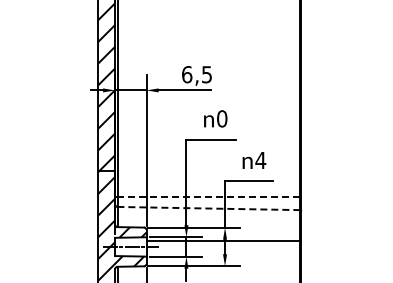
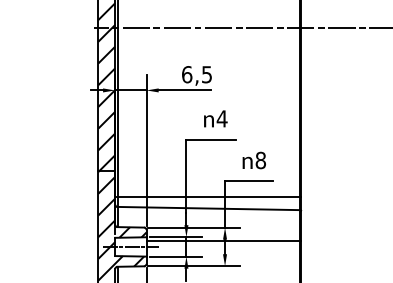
line at (241, 28): none -> present
text at (221, 118): 0 -> 4
text at (260, 160): 4 -> 8
line at (208, 196): dashed -> solid
line at (208, 208): dashed -> solid
